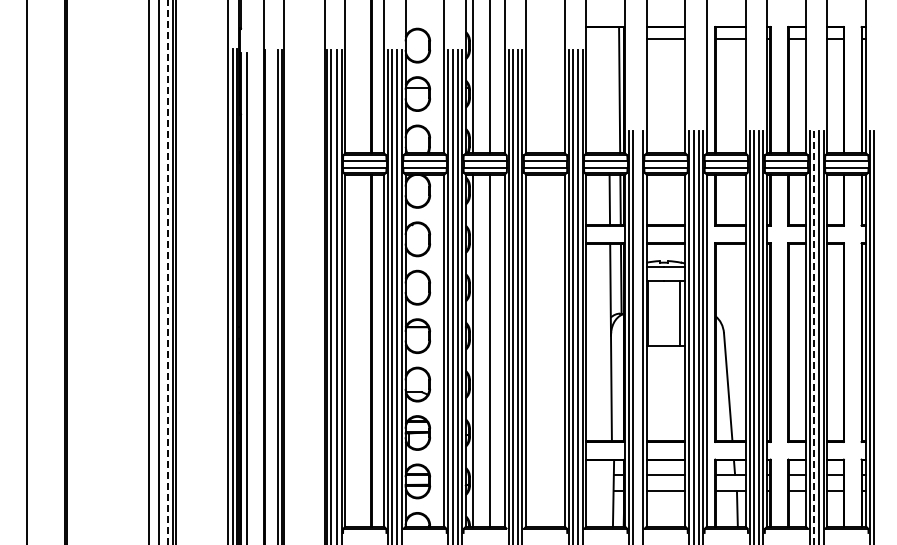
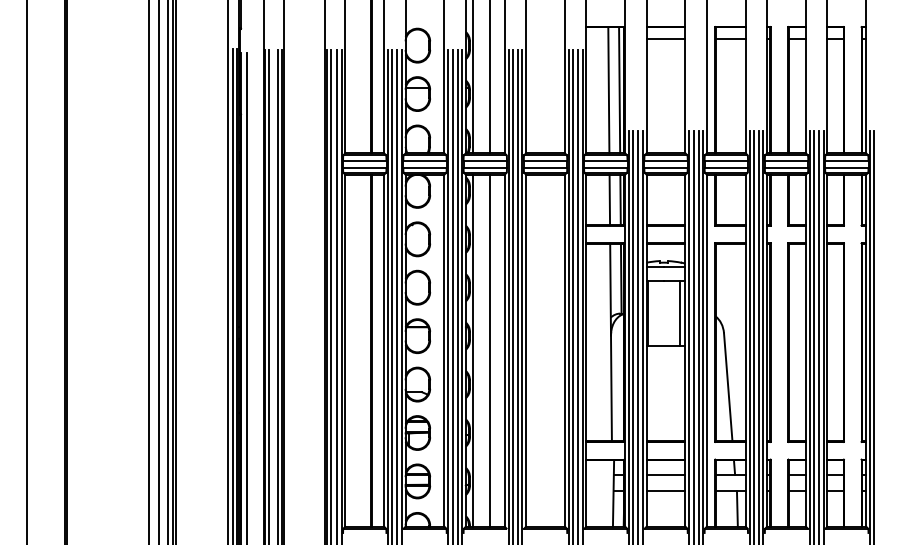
line at (608, 90): none -> present
line at (168, 272): dashed -> solid
line at (269, 295): none -> present
line at (638, 335): none -> present
line at (814, 337): dashed -> solid
